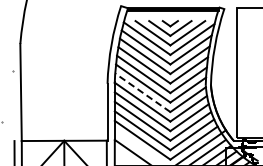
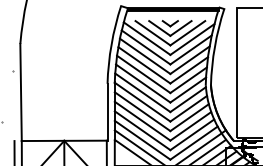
line at (142, 92): dashed -> solid
line at (137, 146): none -> present
